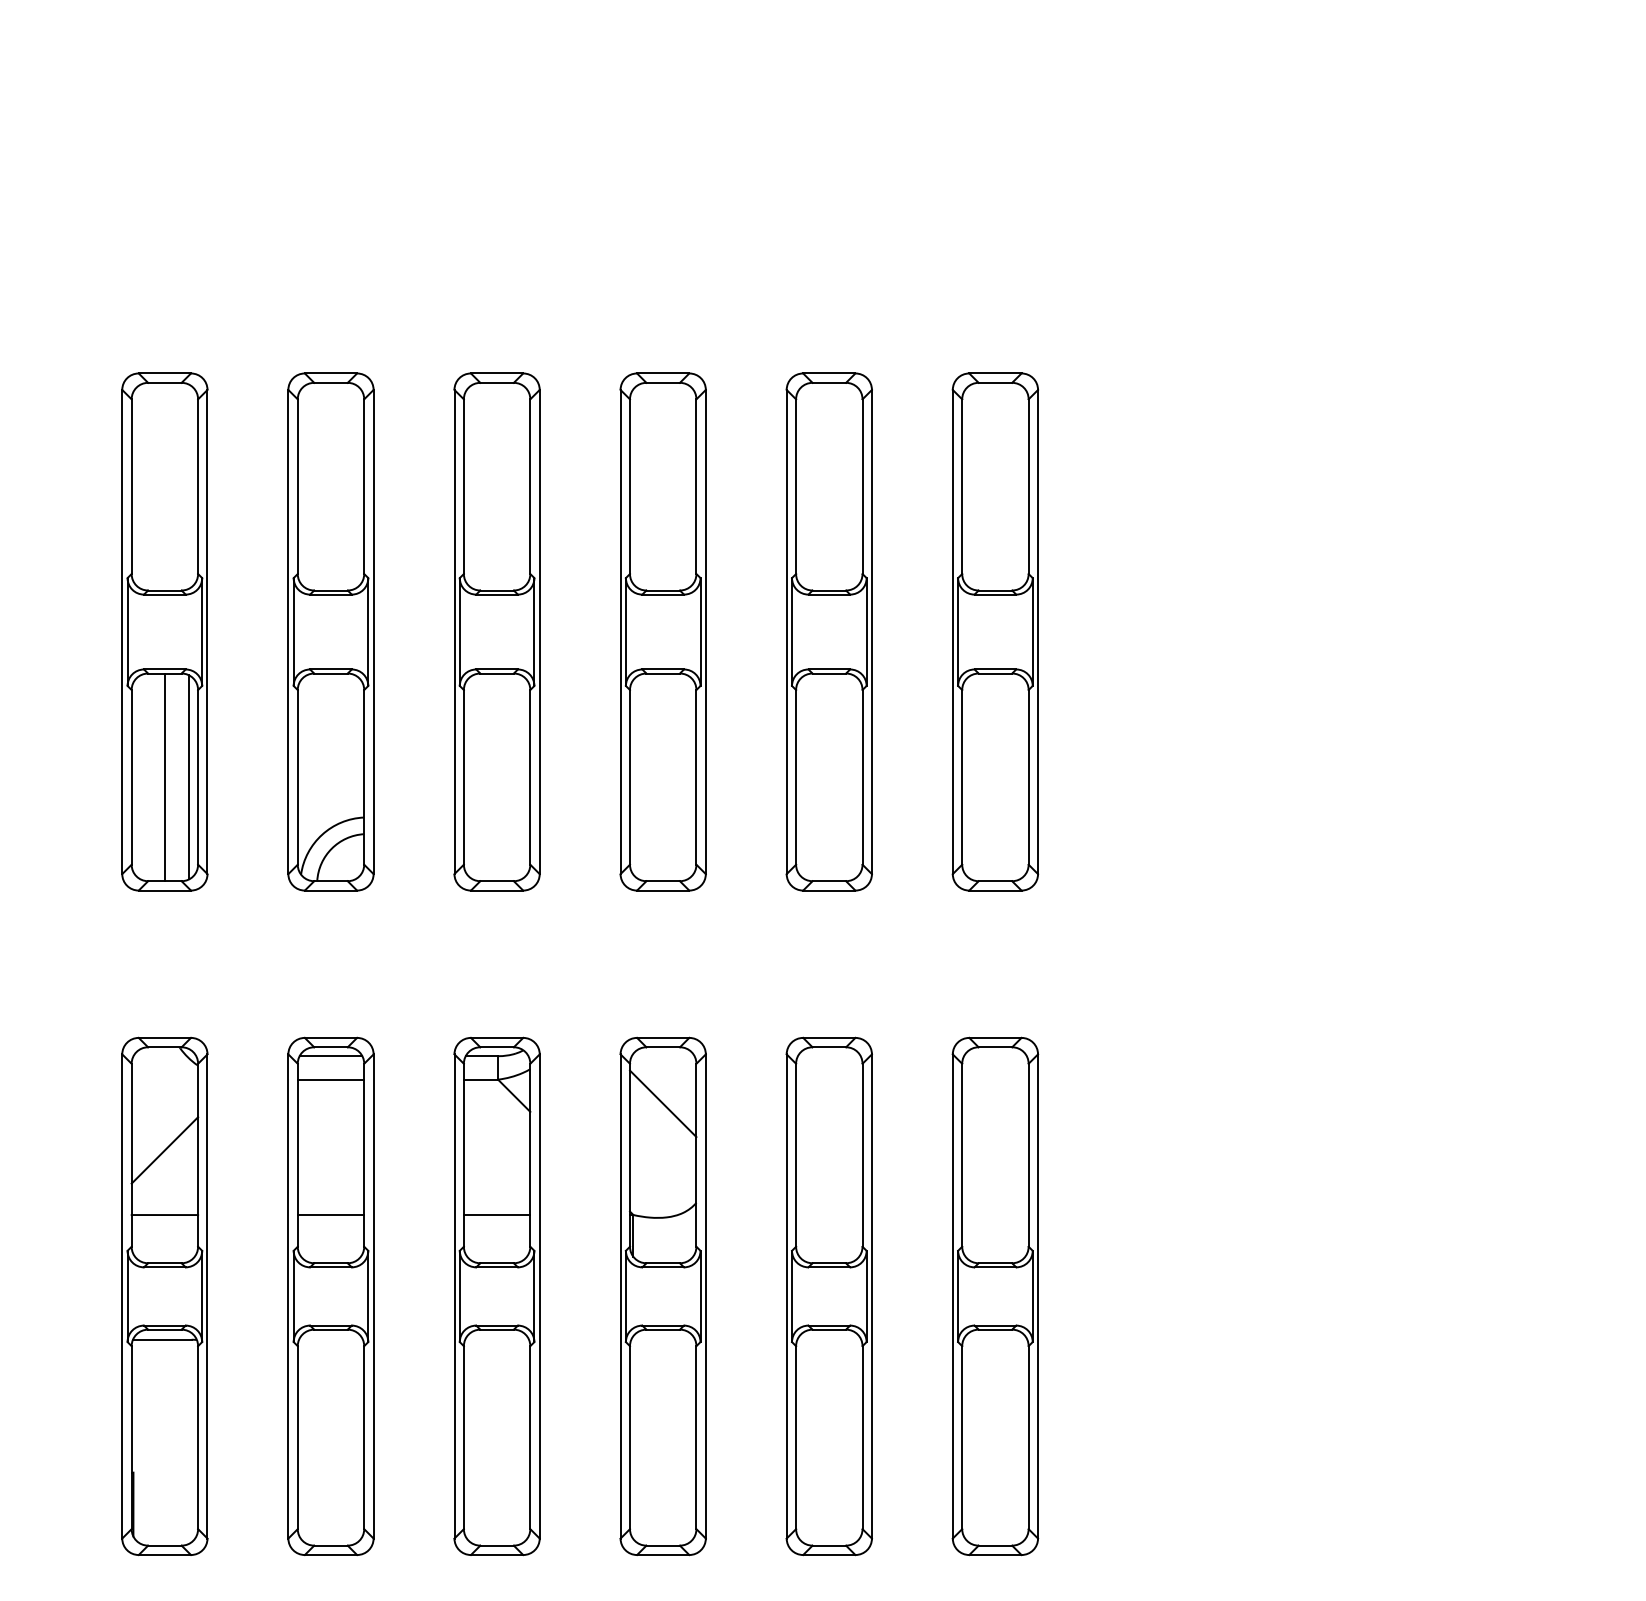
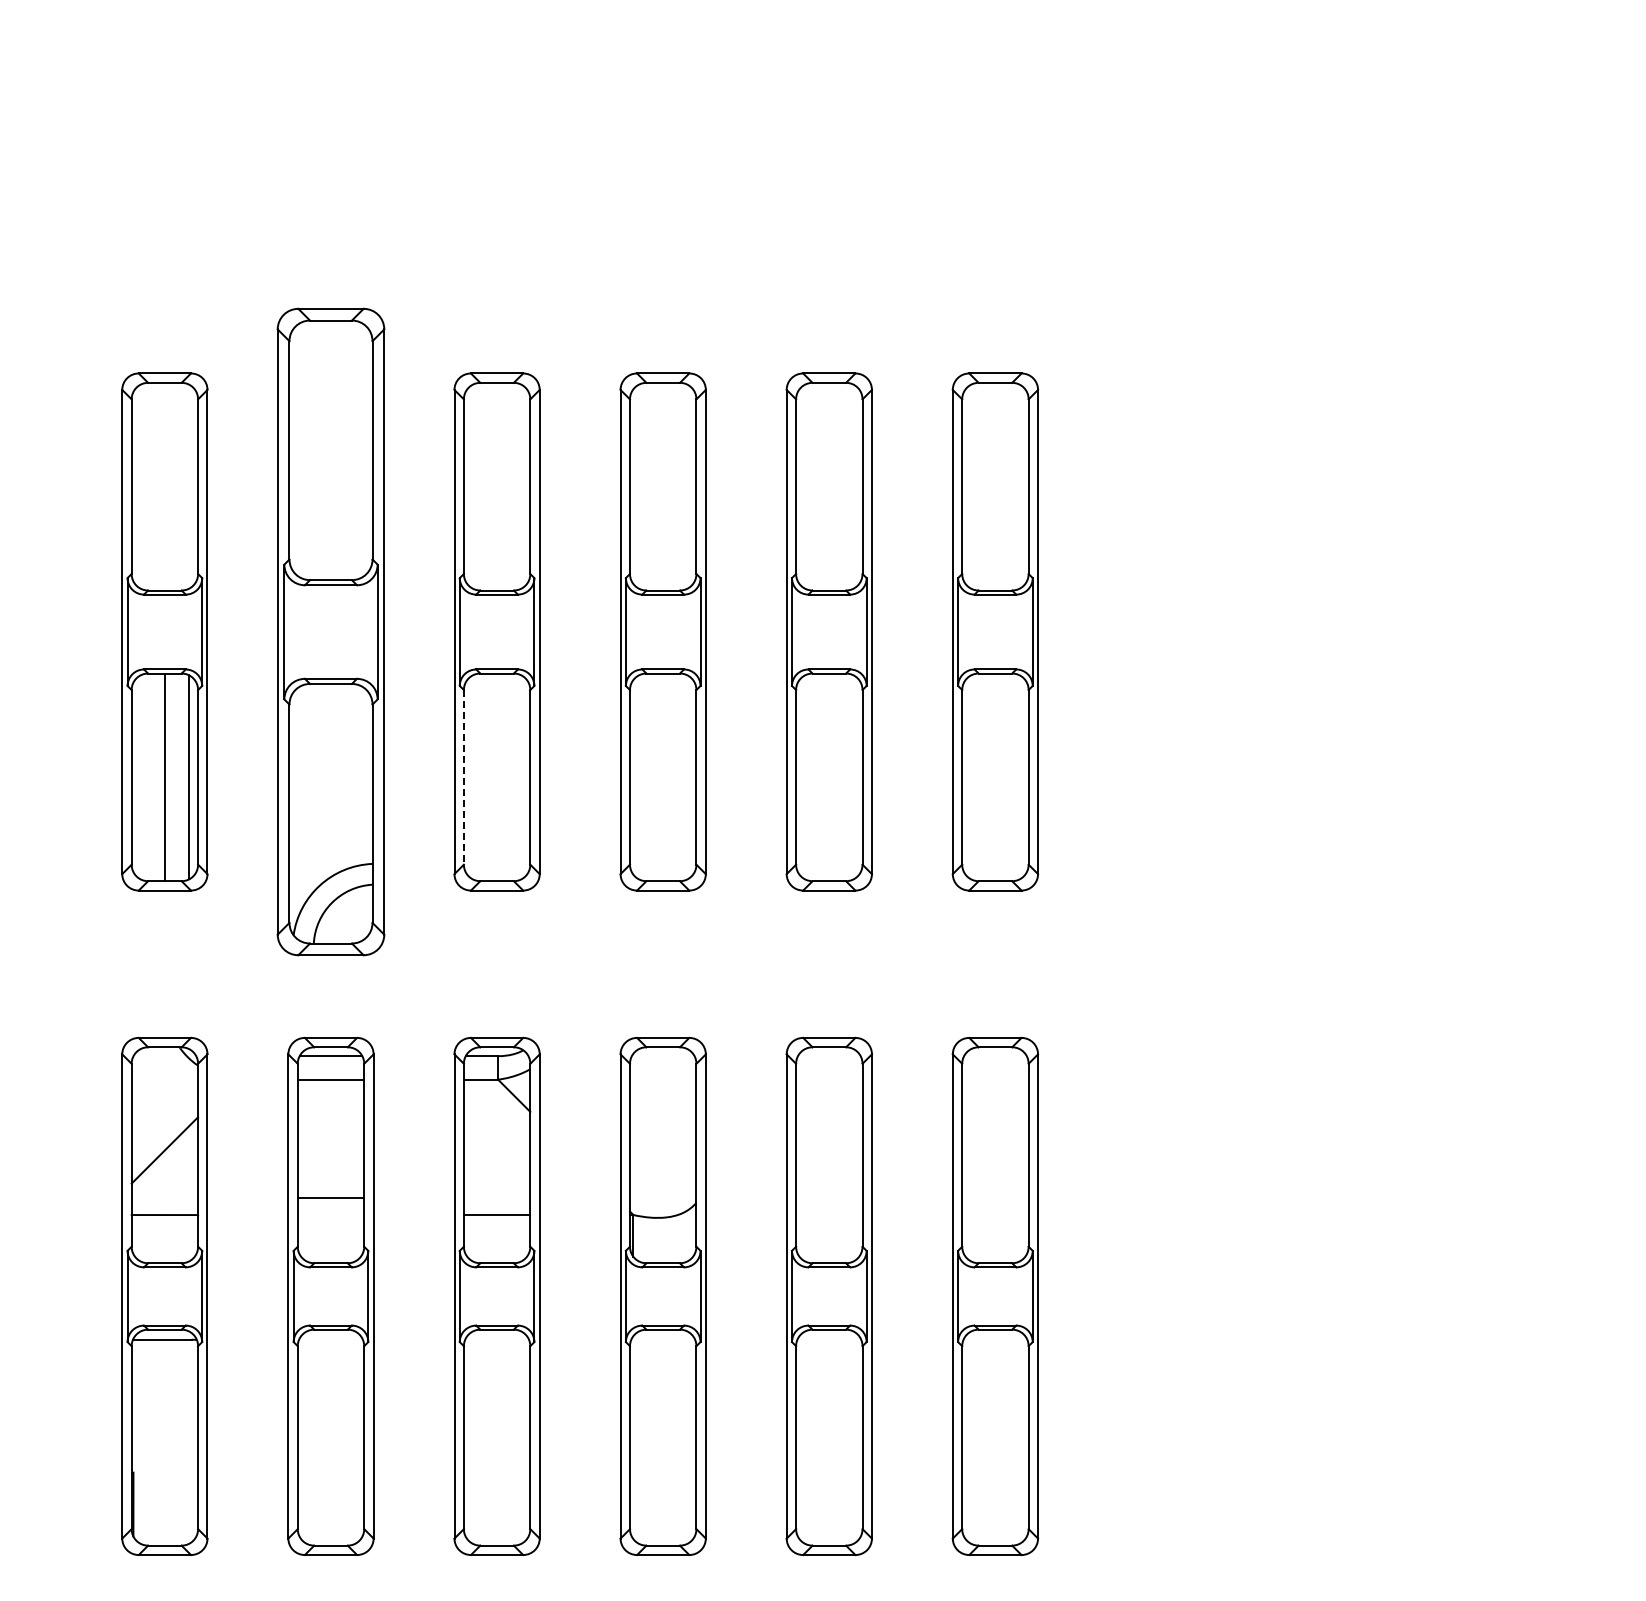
part at (330, 631) size: 88x520 px -> 110x650 px
line at (463, 777): solid -> dashed
line at (663, 1103): present -> none
line at (330, 1215) position: (330, 1215) -> (330, 1198)
